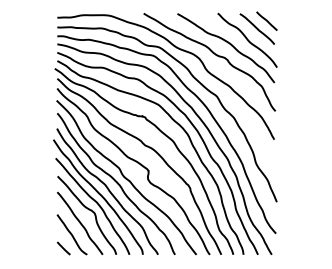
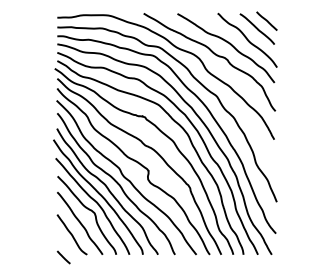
line at (63, 248) position: (63, 248) -> (63, 257)
